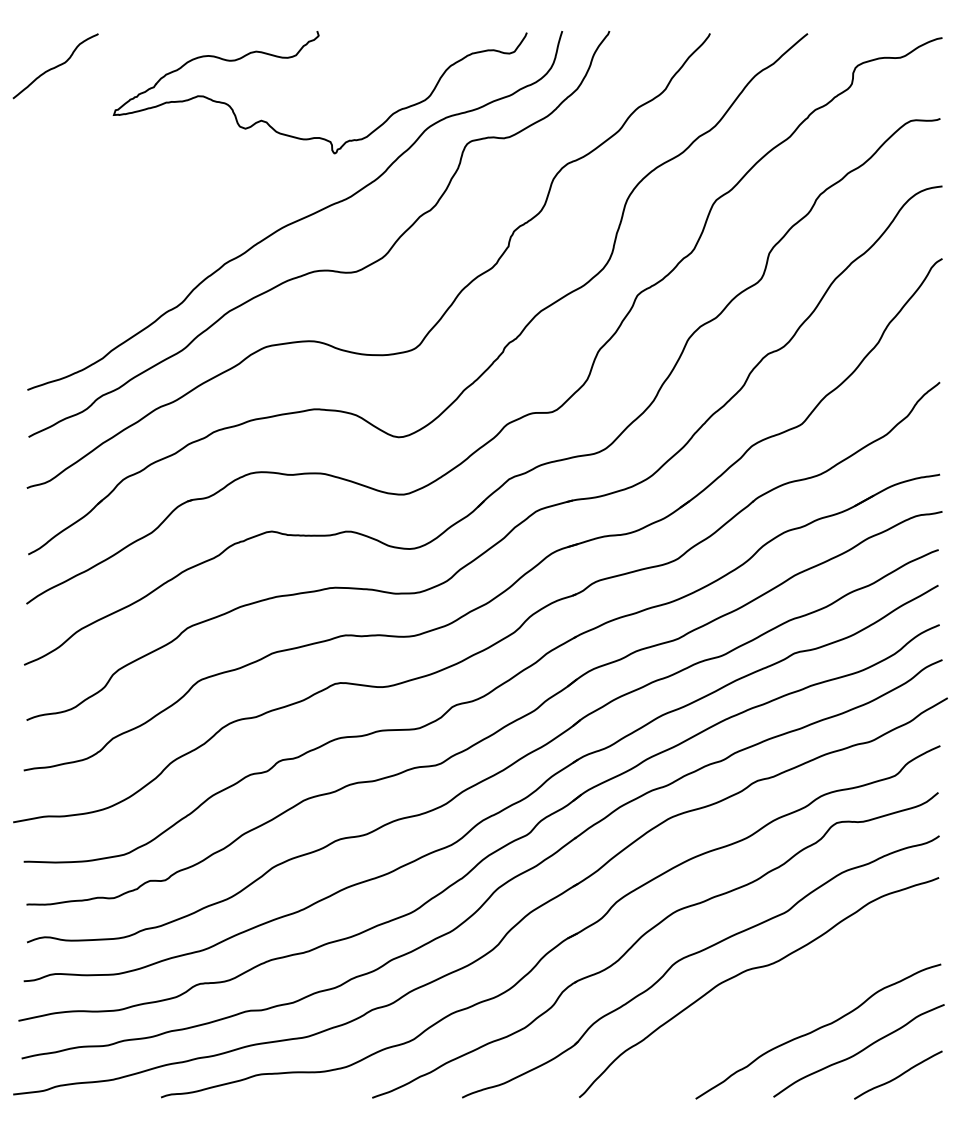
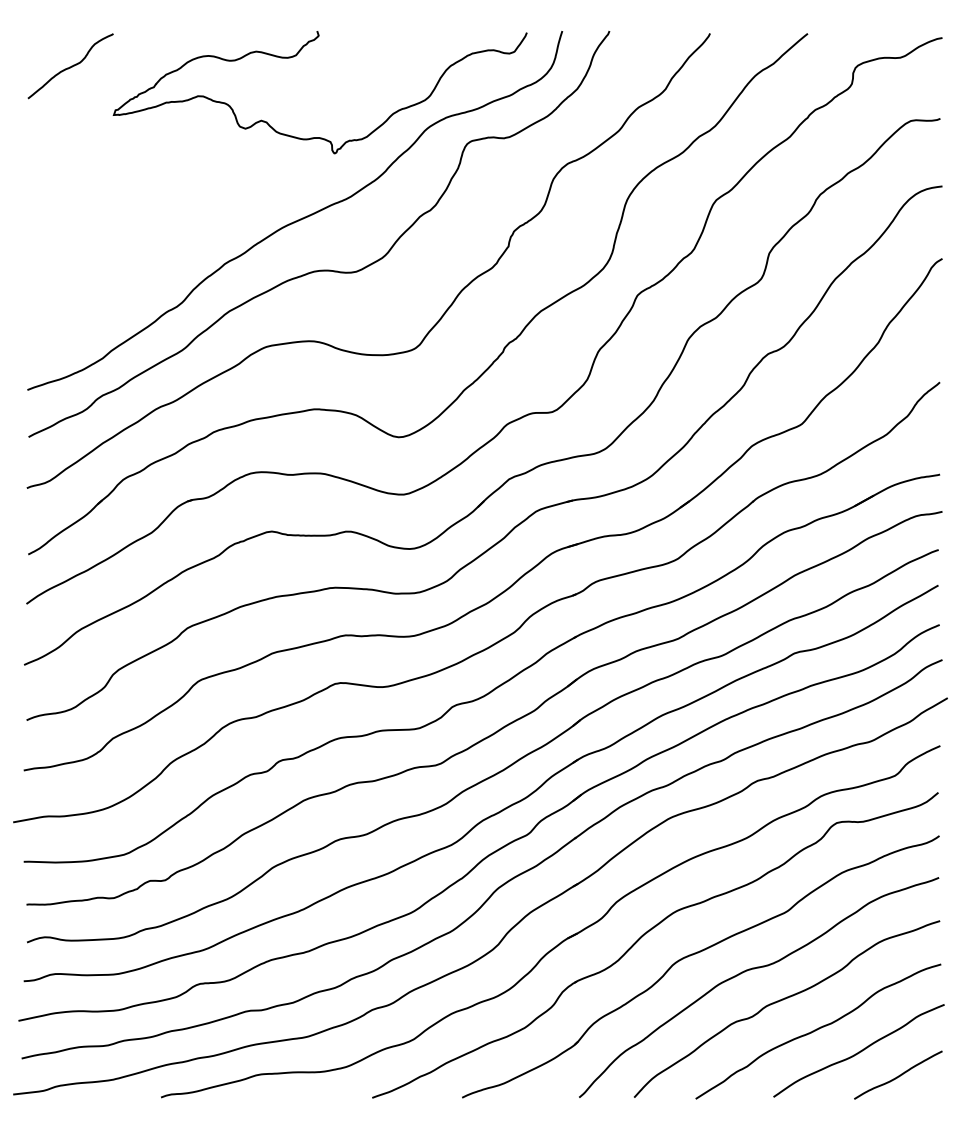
curve at (55, 66) position: (55, 66) -> (70, 66)
curve at (783, 1000): none -> present
